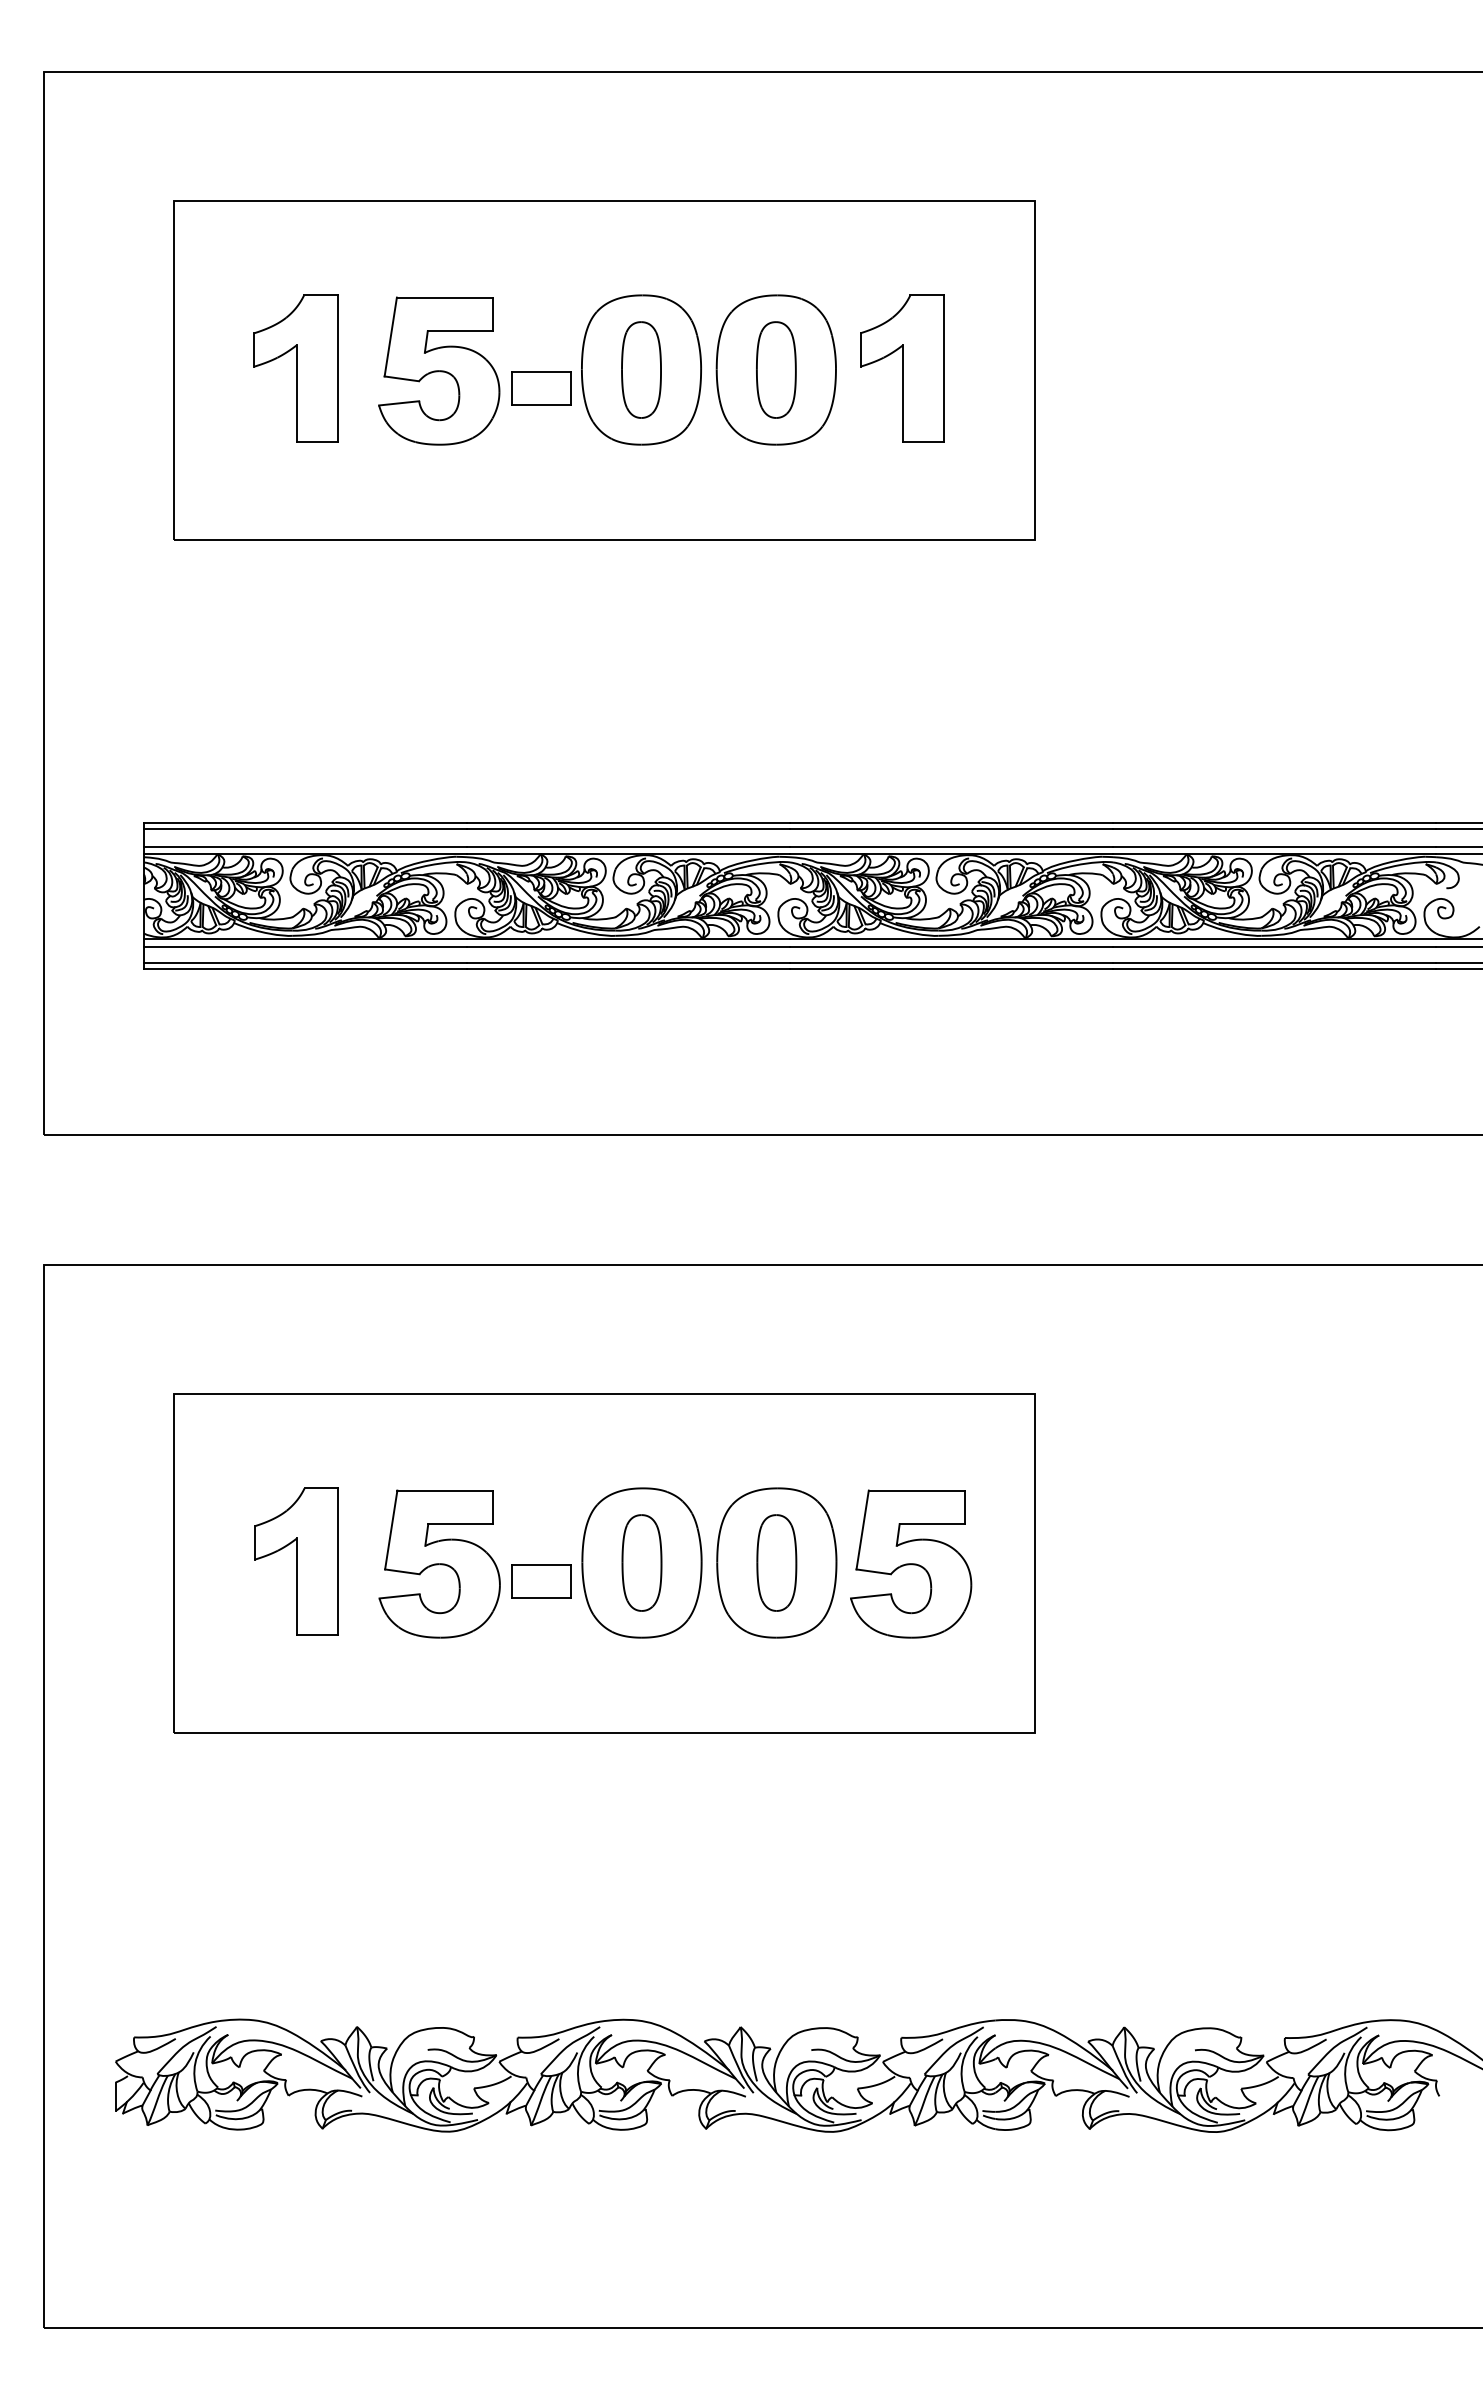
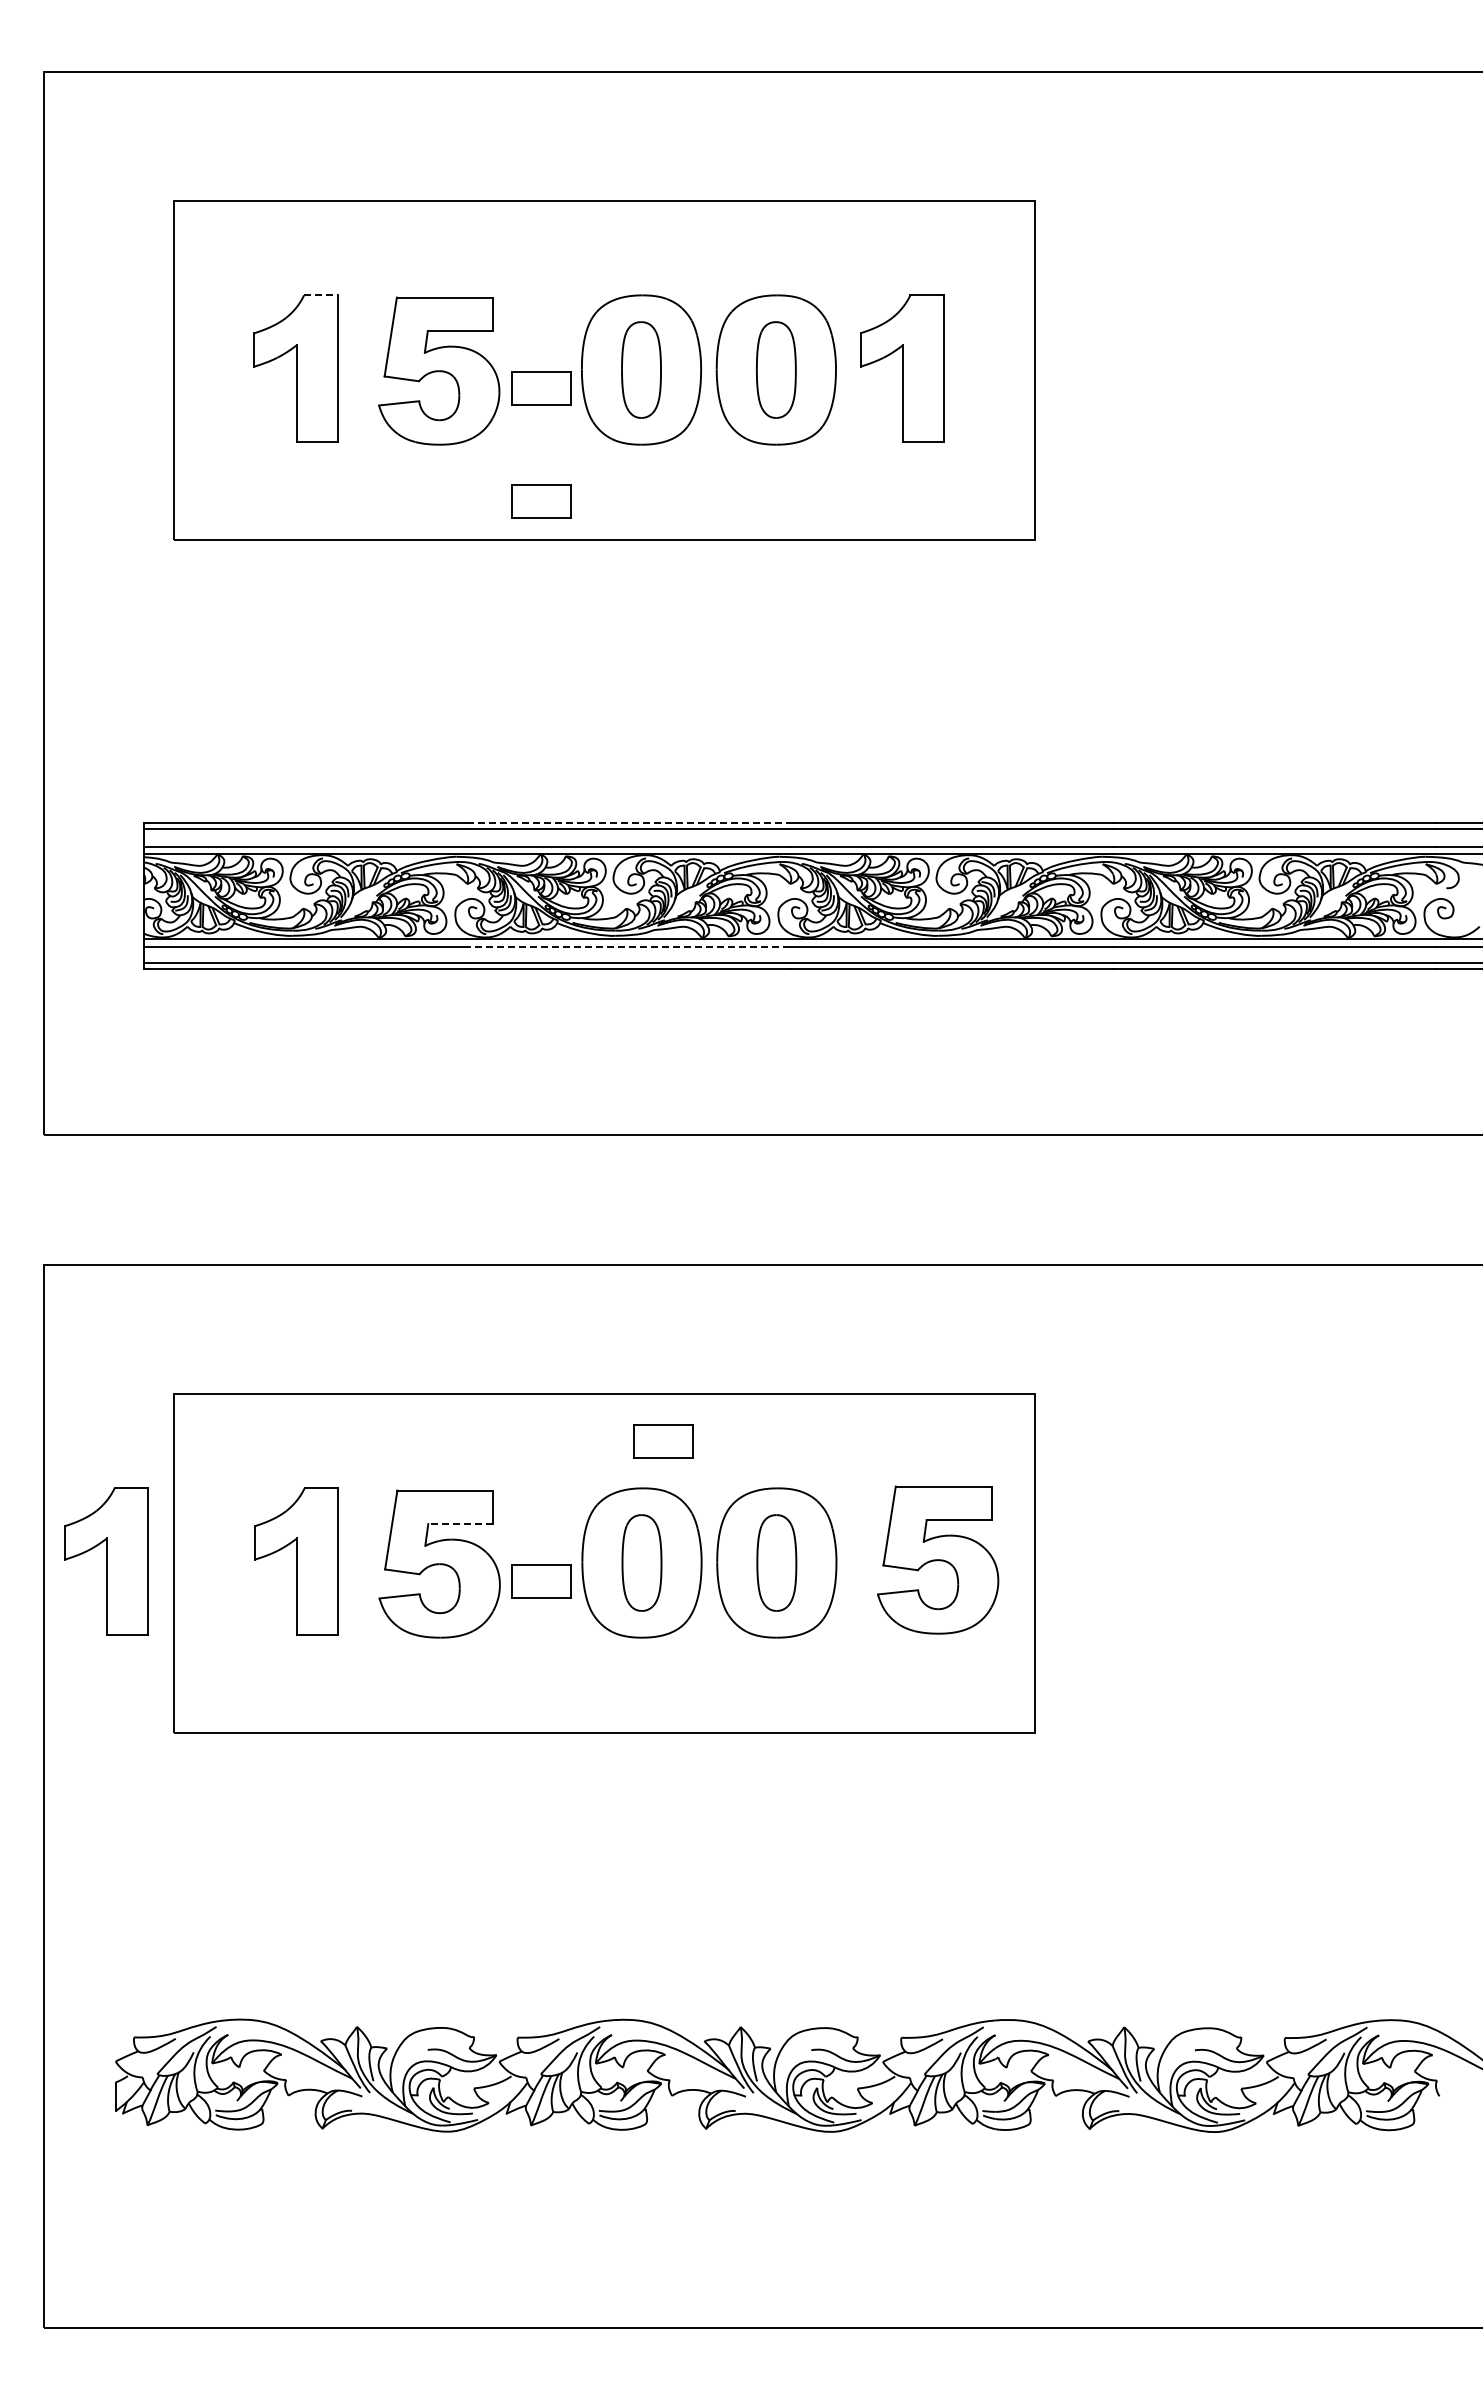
line at (320, 295): solid -> dashed
part at (541, 501): none -> present
line at (628, 823): solid -> dashed
line at (628, 946): solid -> dashed
part at (663, 1441): none -> present
line at (460, 1524): solid -> dashed
part at (106, 1561): none -> present
part at (911, 1563) position: (911, 1563) -> (938, 1559)
